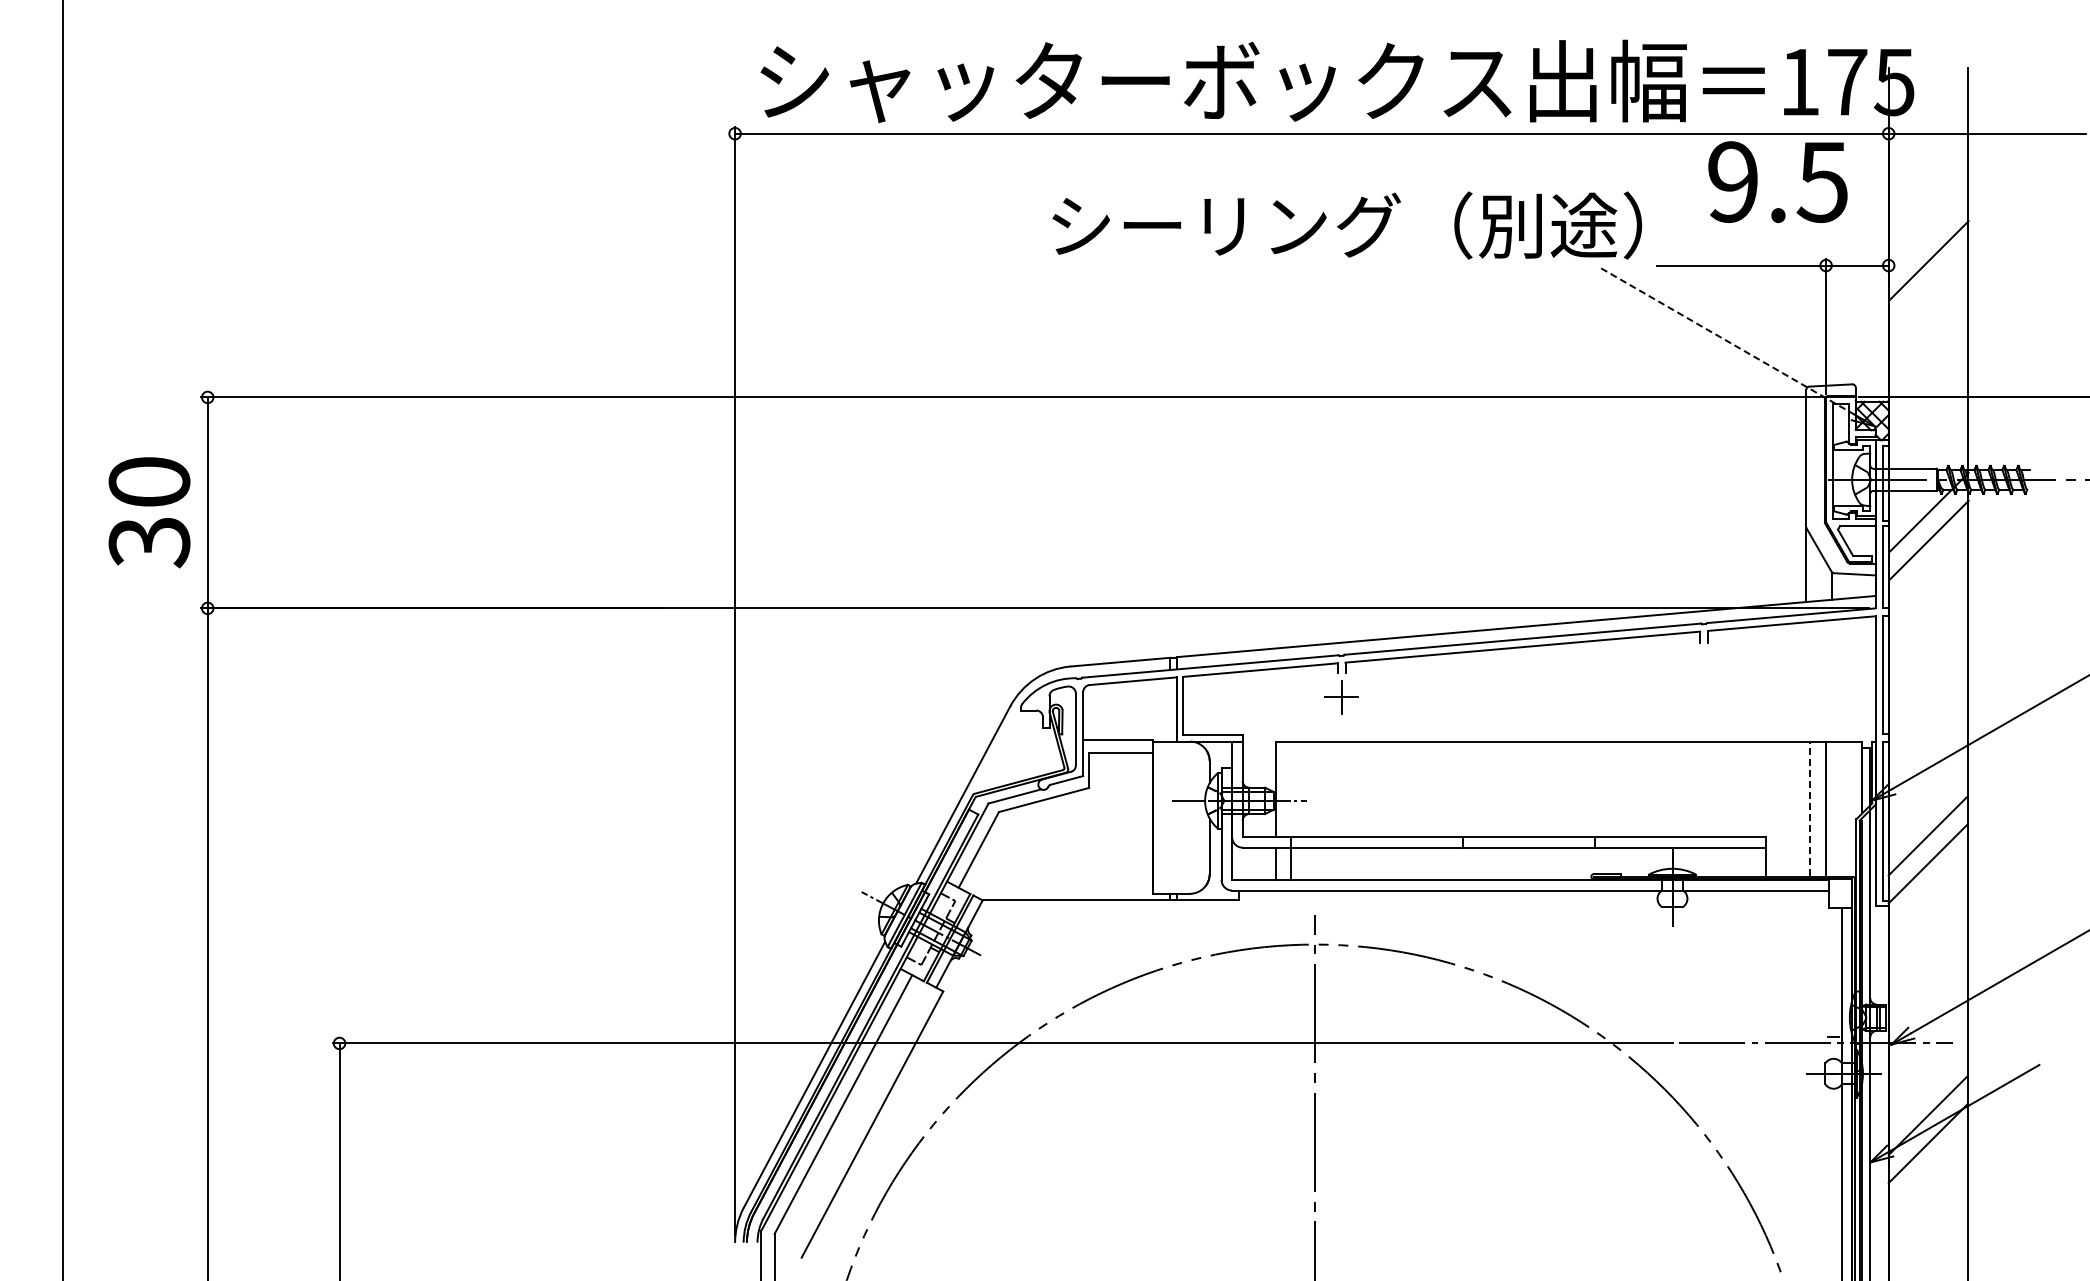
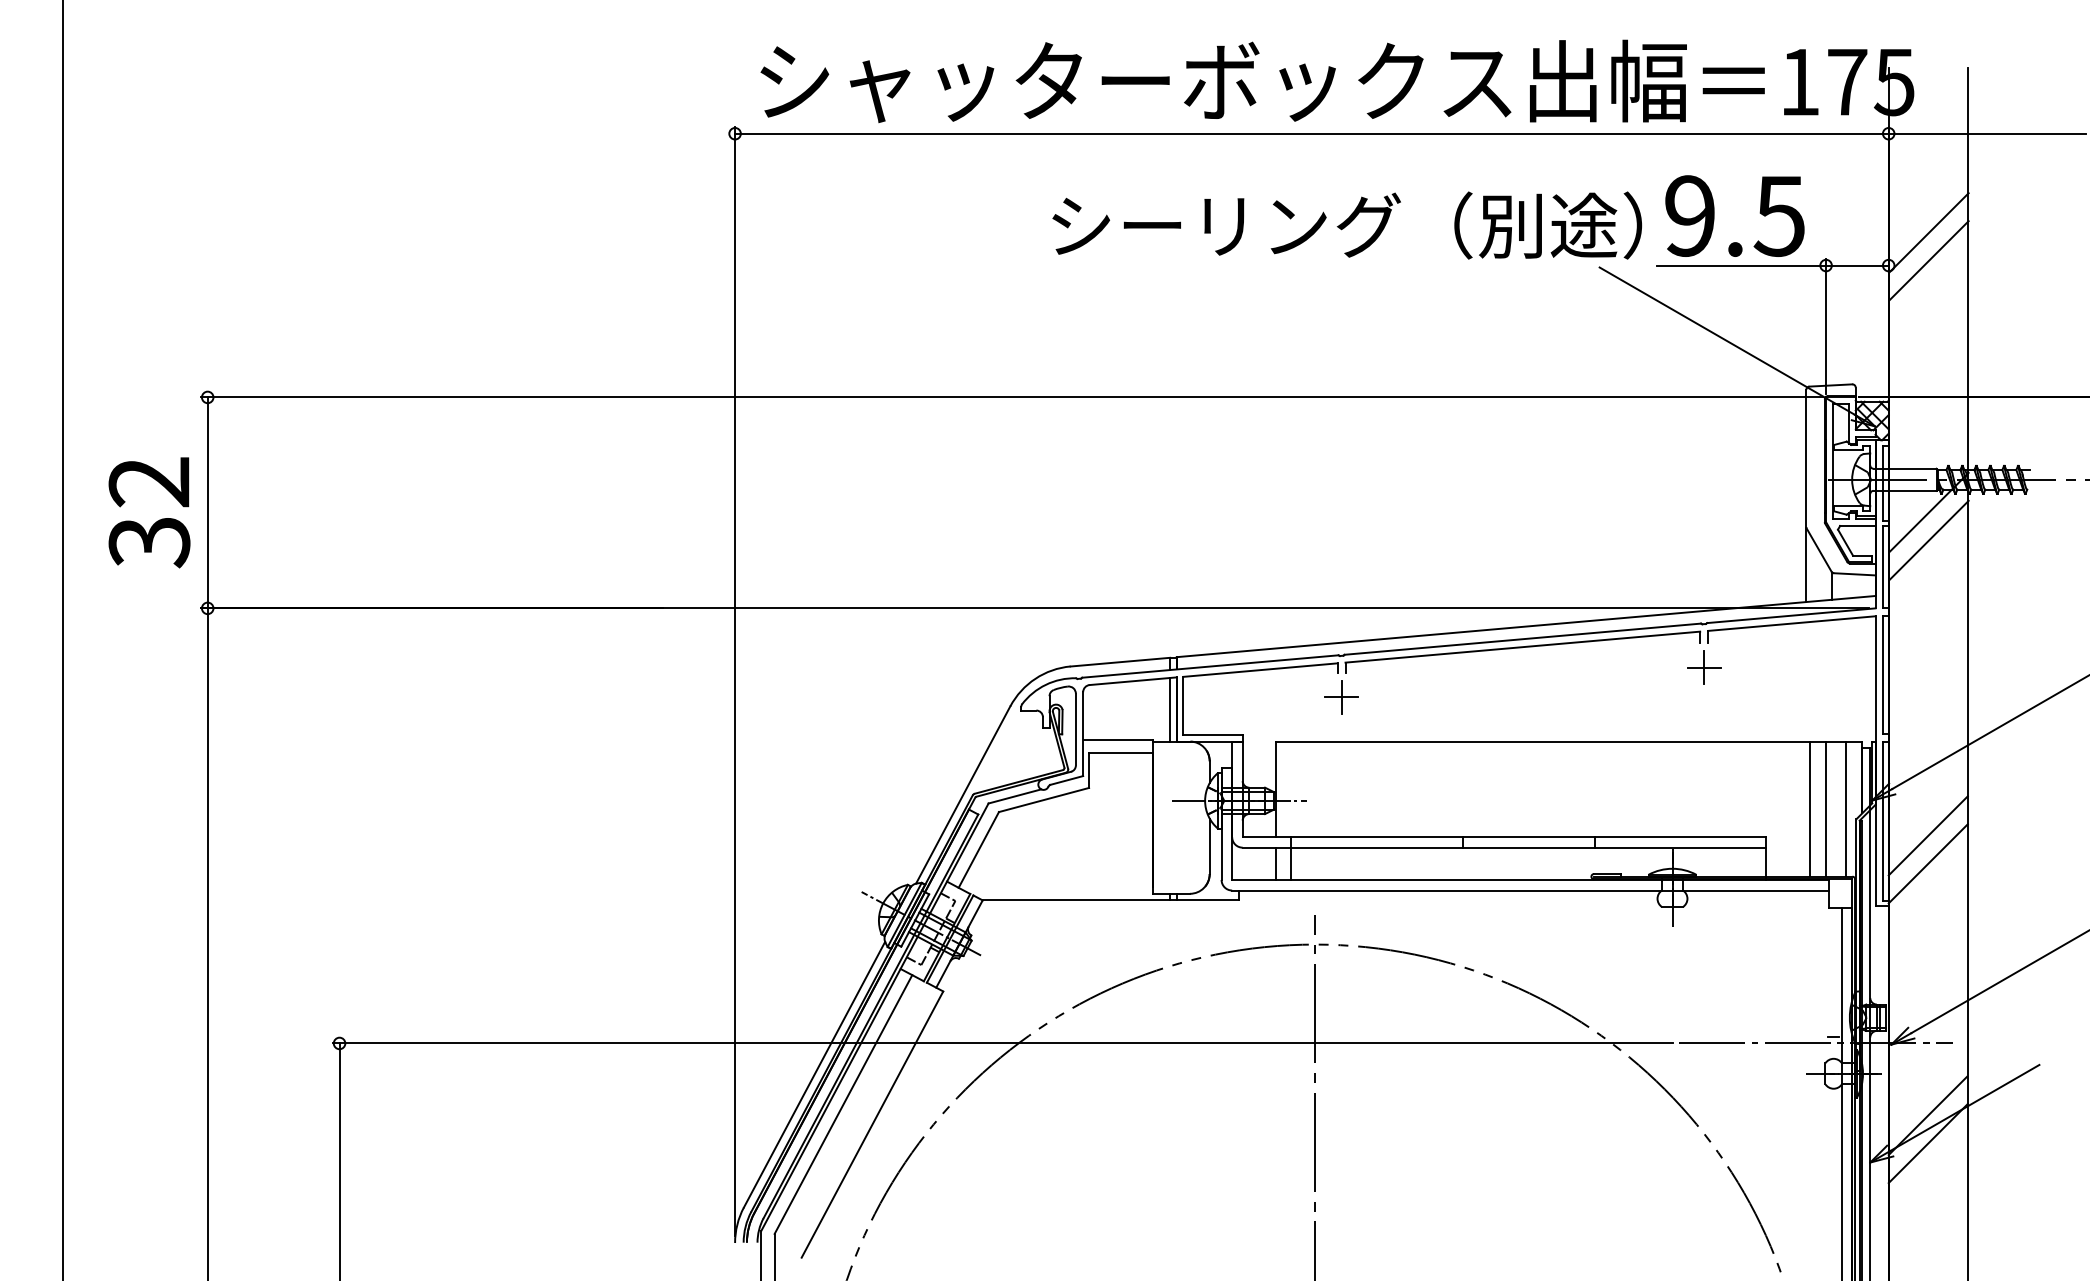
text at (1777, 181) position: (1777, 181) -> (1734, 215)
line at (1928, 232): none -> present
line at (1726, 340): dashed -> solid
text at (149, 482): 30 -> 32
part at (1704, 667): none -> present
line at (1170, 709): none -> present
line at (1809, 808): dashed -> solid
line at (1845, 808): none -> present
